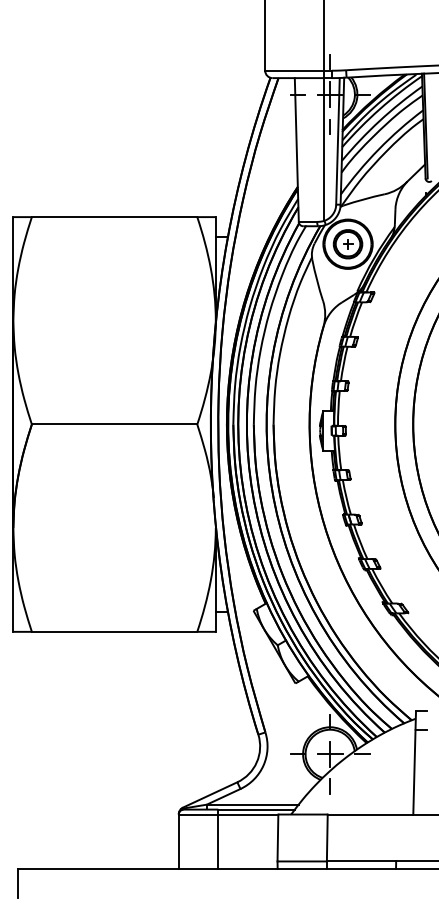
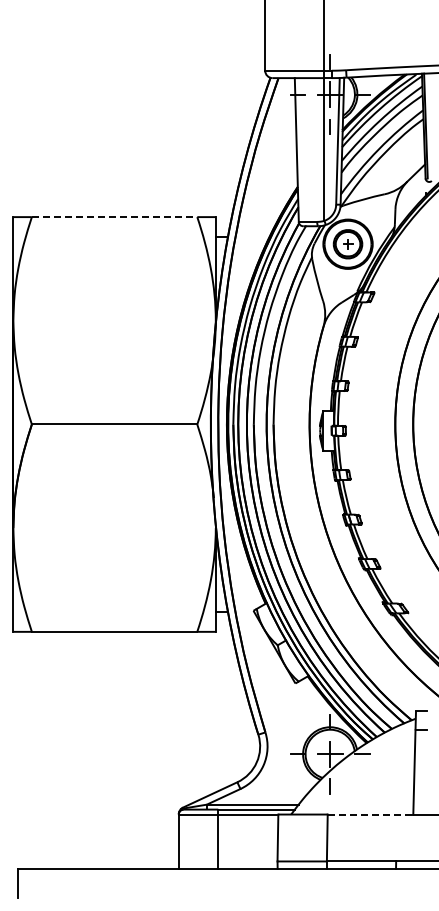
line at (114, 217): solid -> dashed
line at (370, 814): solid -> dashed
